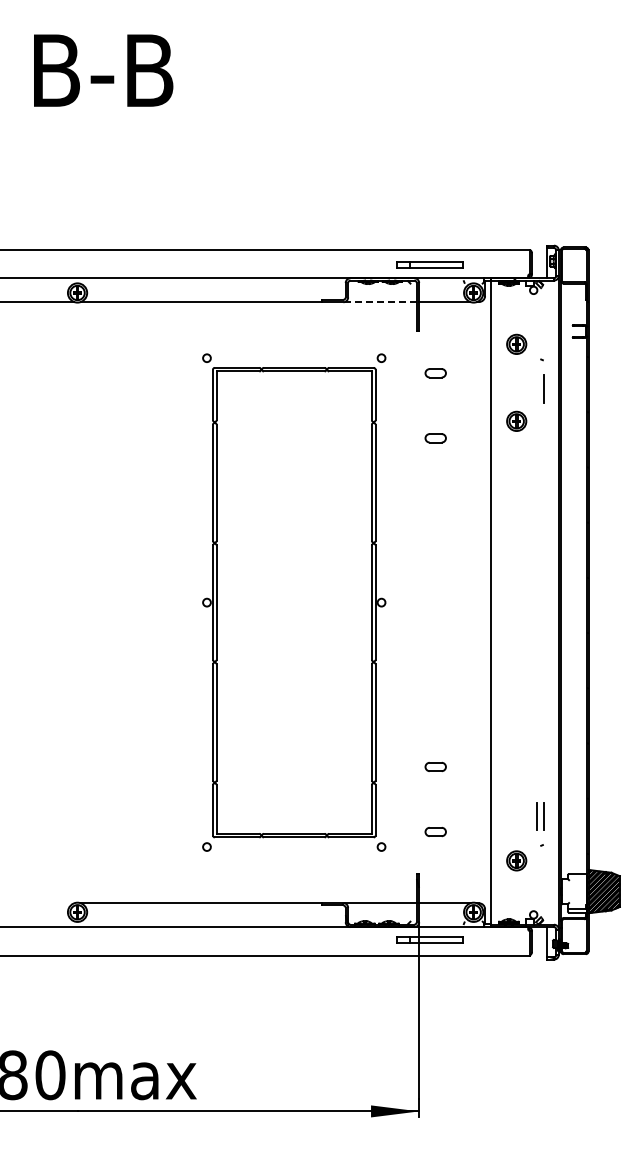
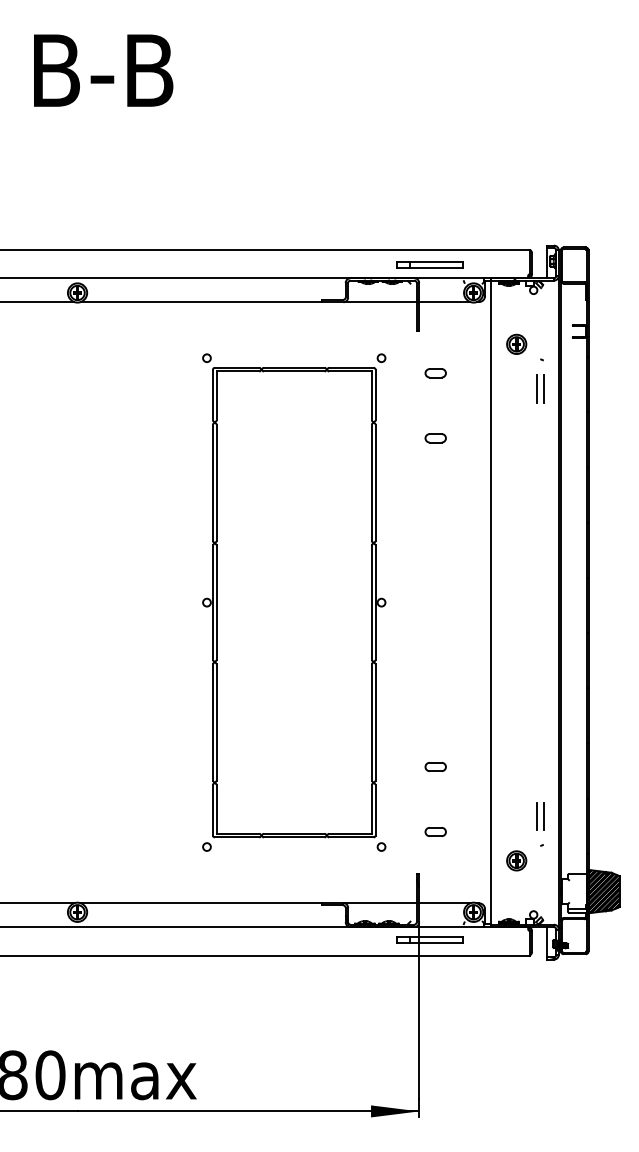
line at (380, 302): dashed -> solid
line at (537, 388): none -> present
part at (516, 420): present -> none
line at (38, 903): none -> present
